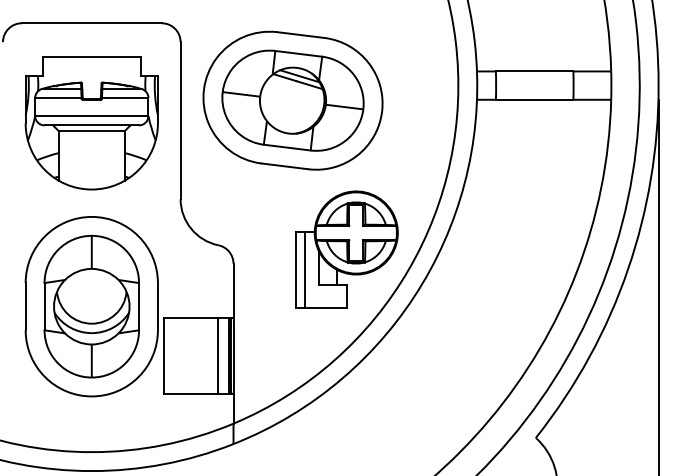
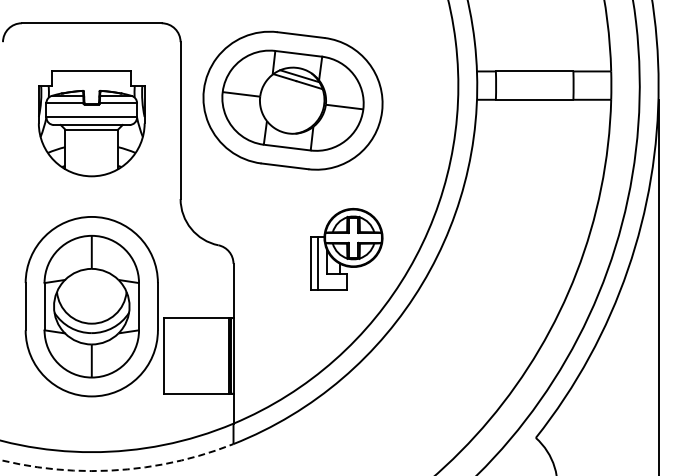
part at (91, 123) size: 135x135 px -> 108x108 px
part at (346, 249) size: 104x119 px -> 74x83 px
line at (218, 355): present -> none
arc at (117, 470): solid -> dashed
